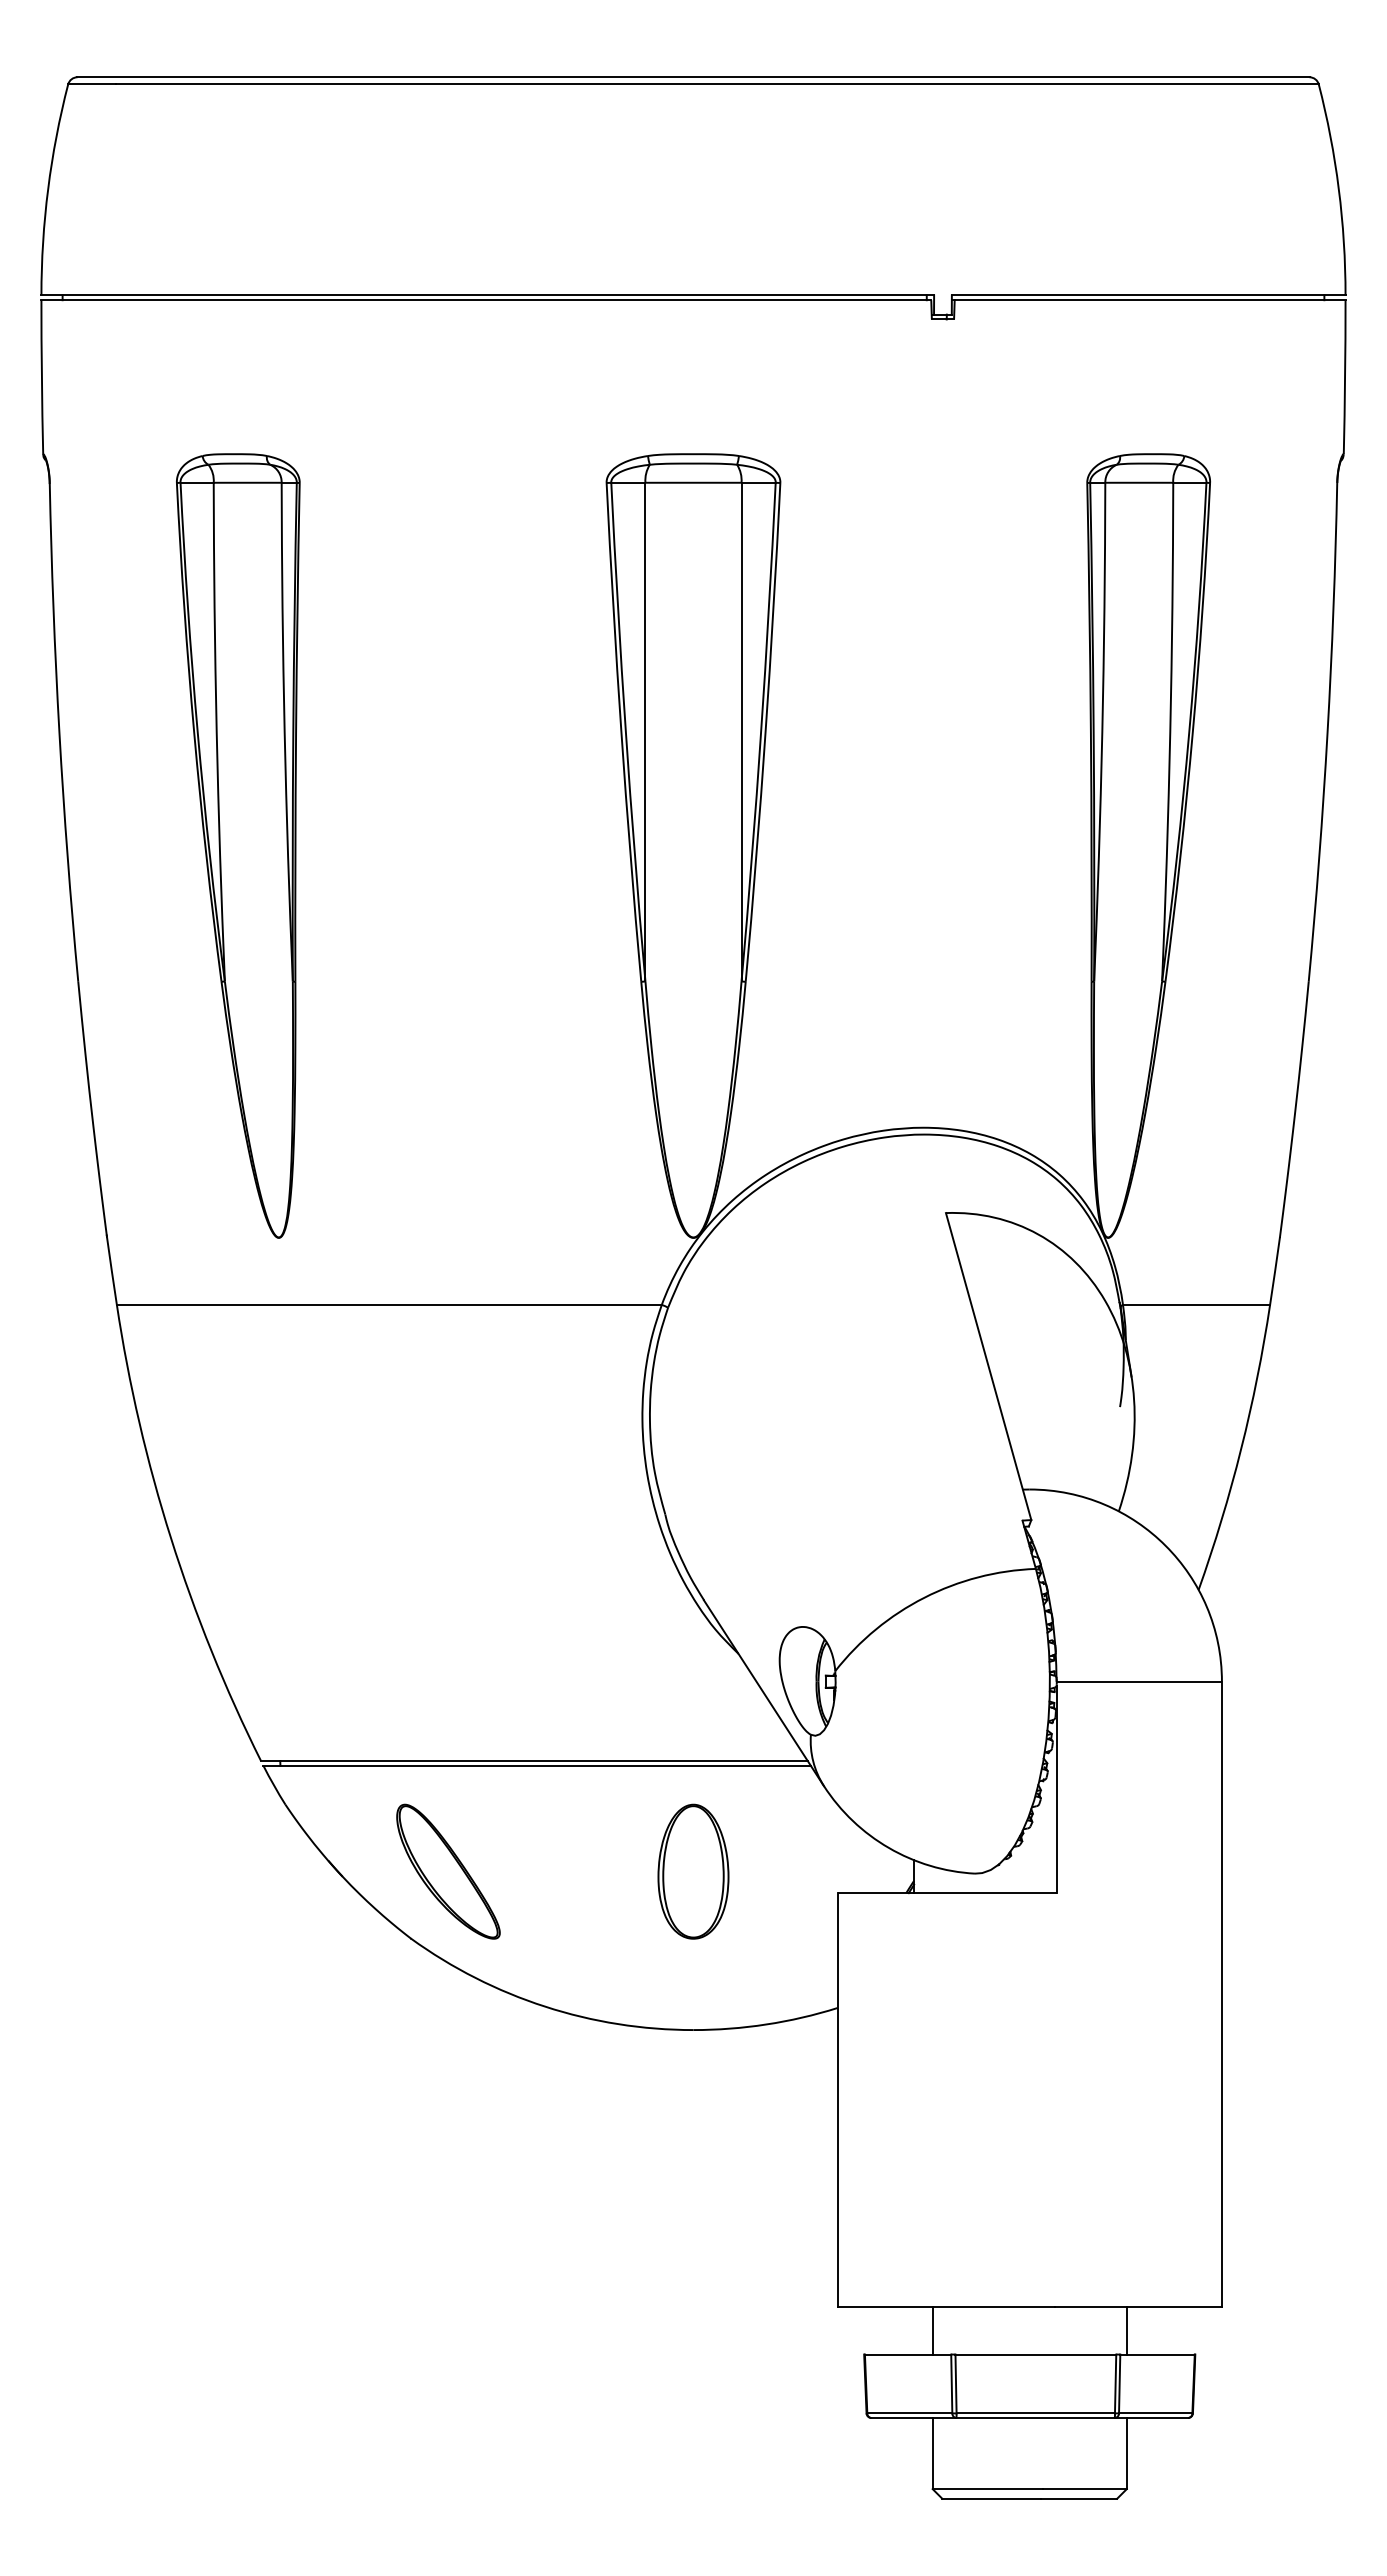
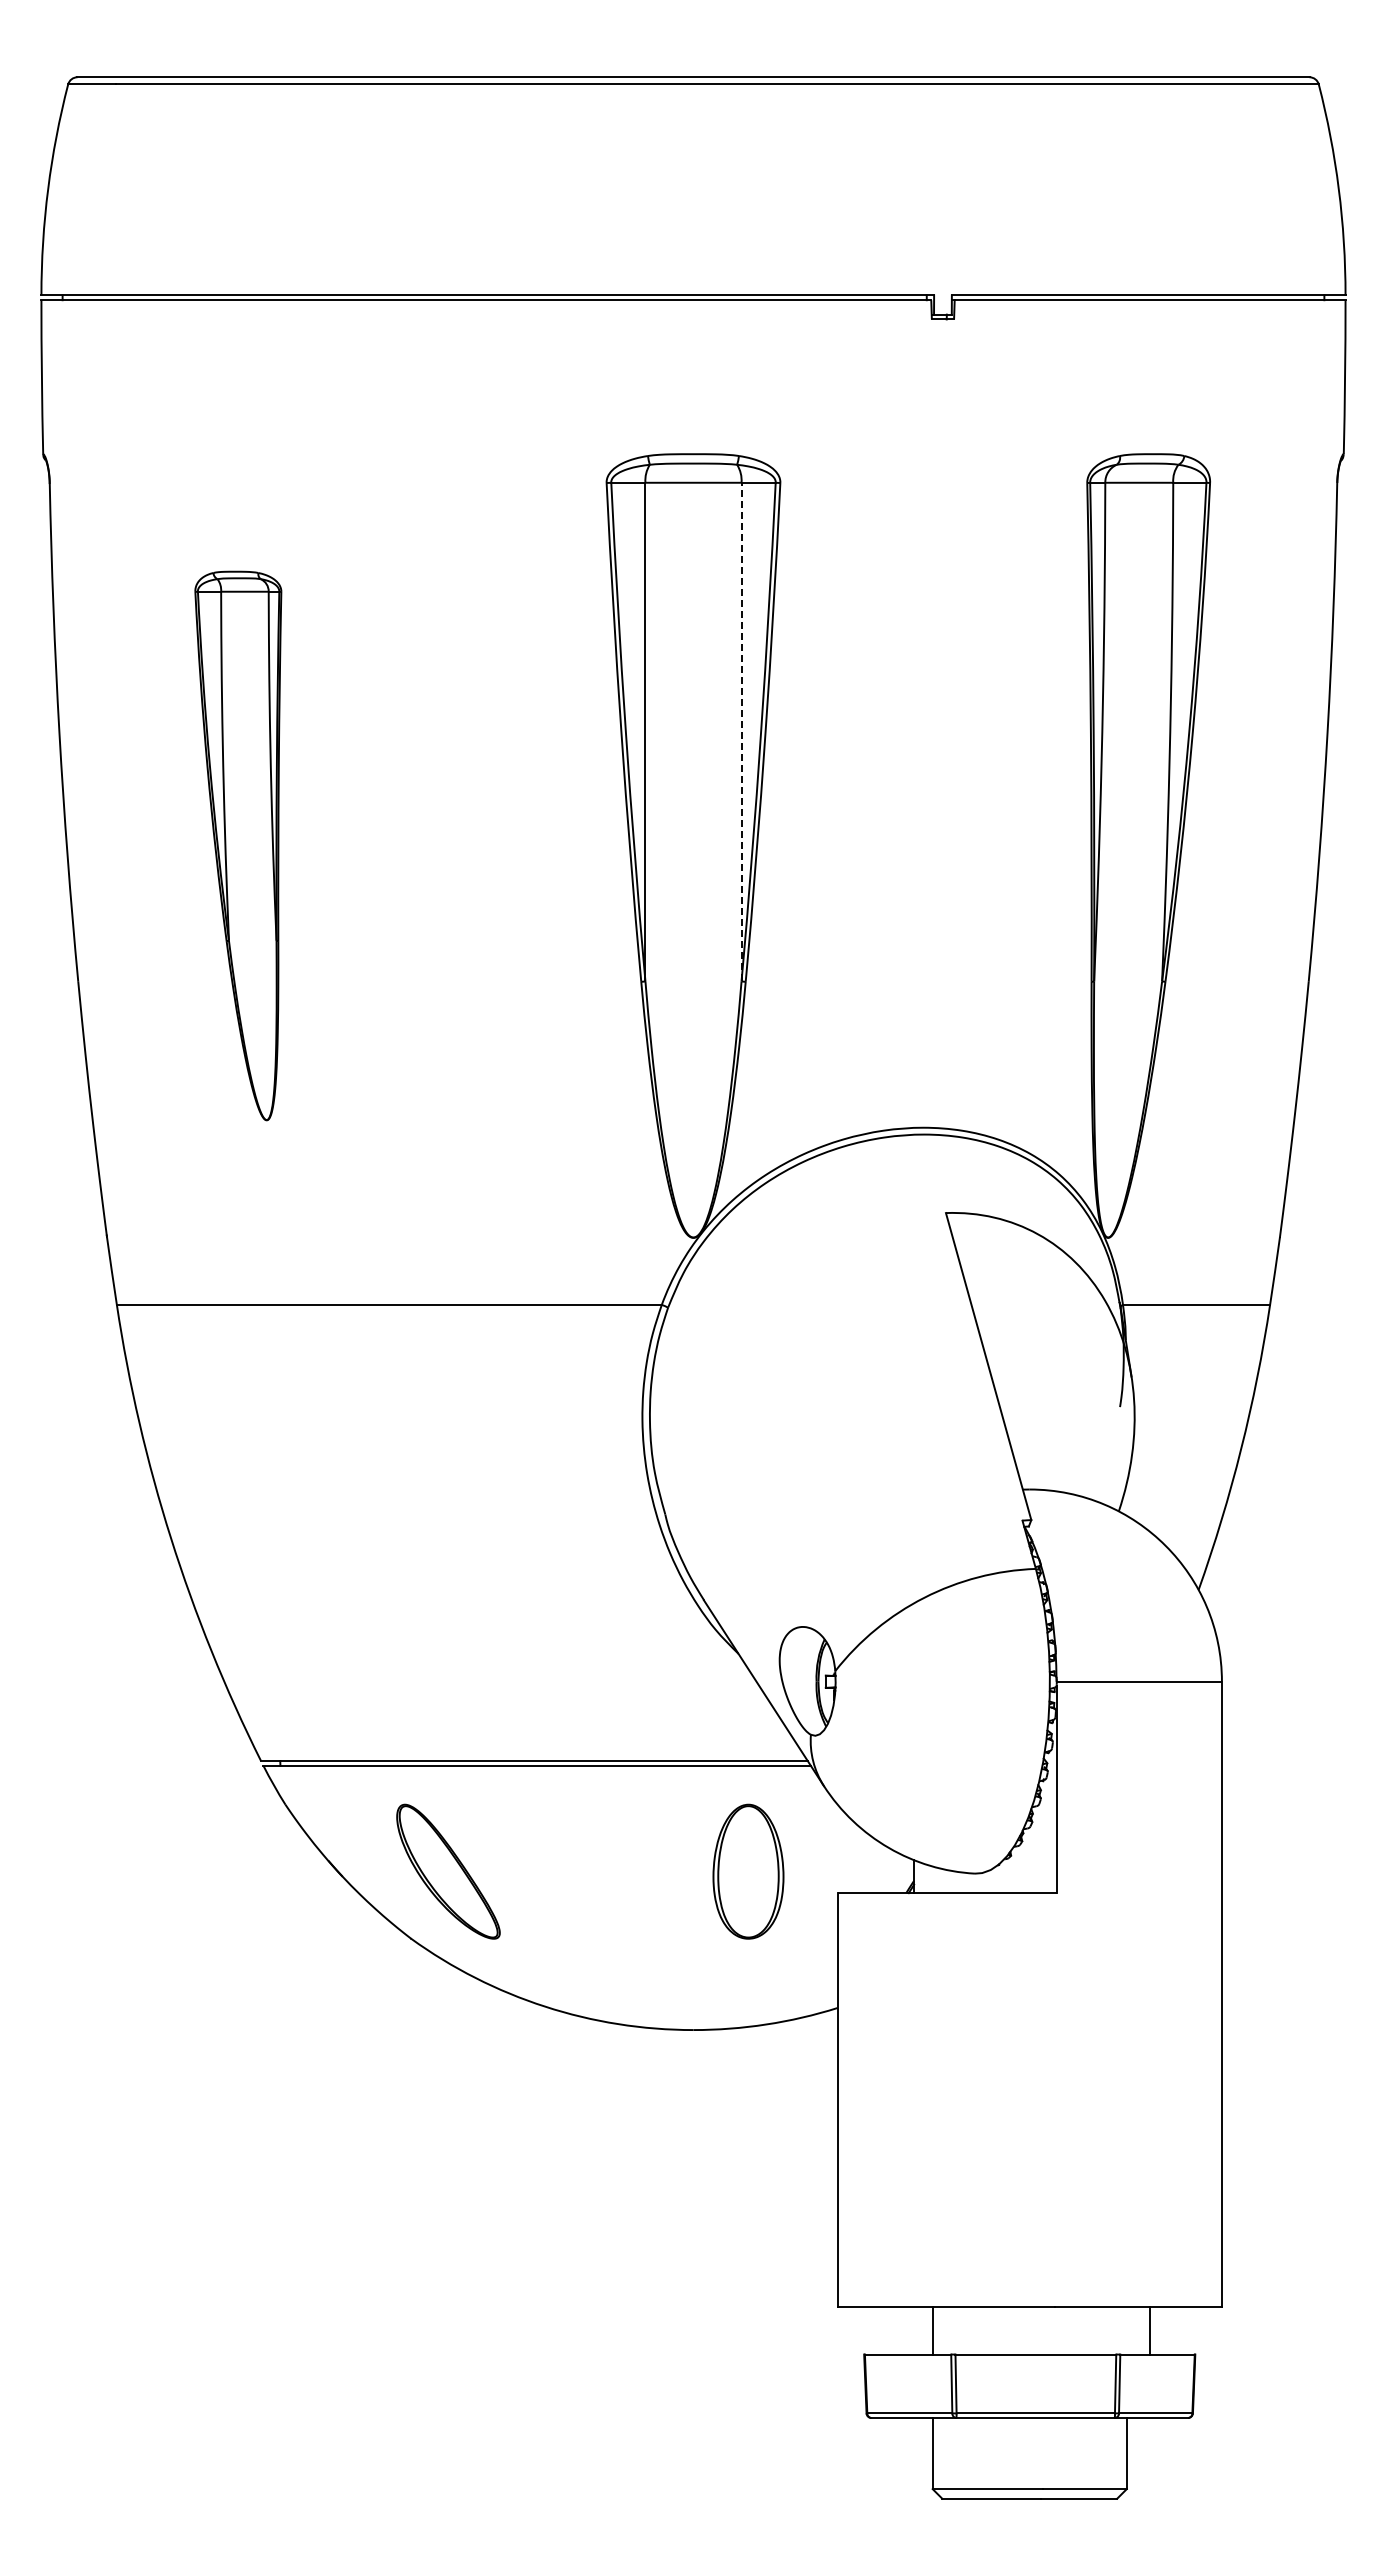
line at (741, 731): solid -> dashed
part at (238, 845) size: 125x786 px -> 89x552 px
part at (693, 1871) position: (693, 1871) -> (748, 1871)
line at (1126, 2330) position: (1126, 2330) -> (1149, 2330)
